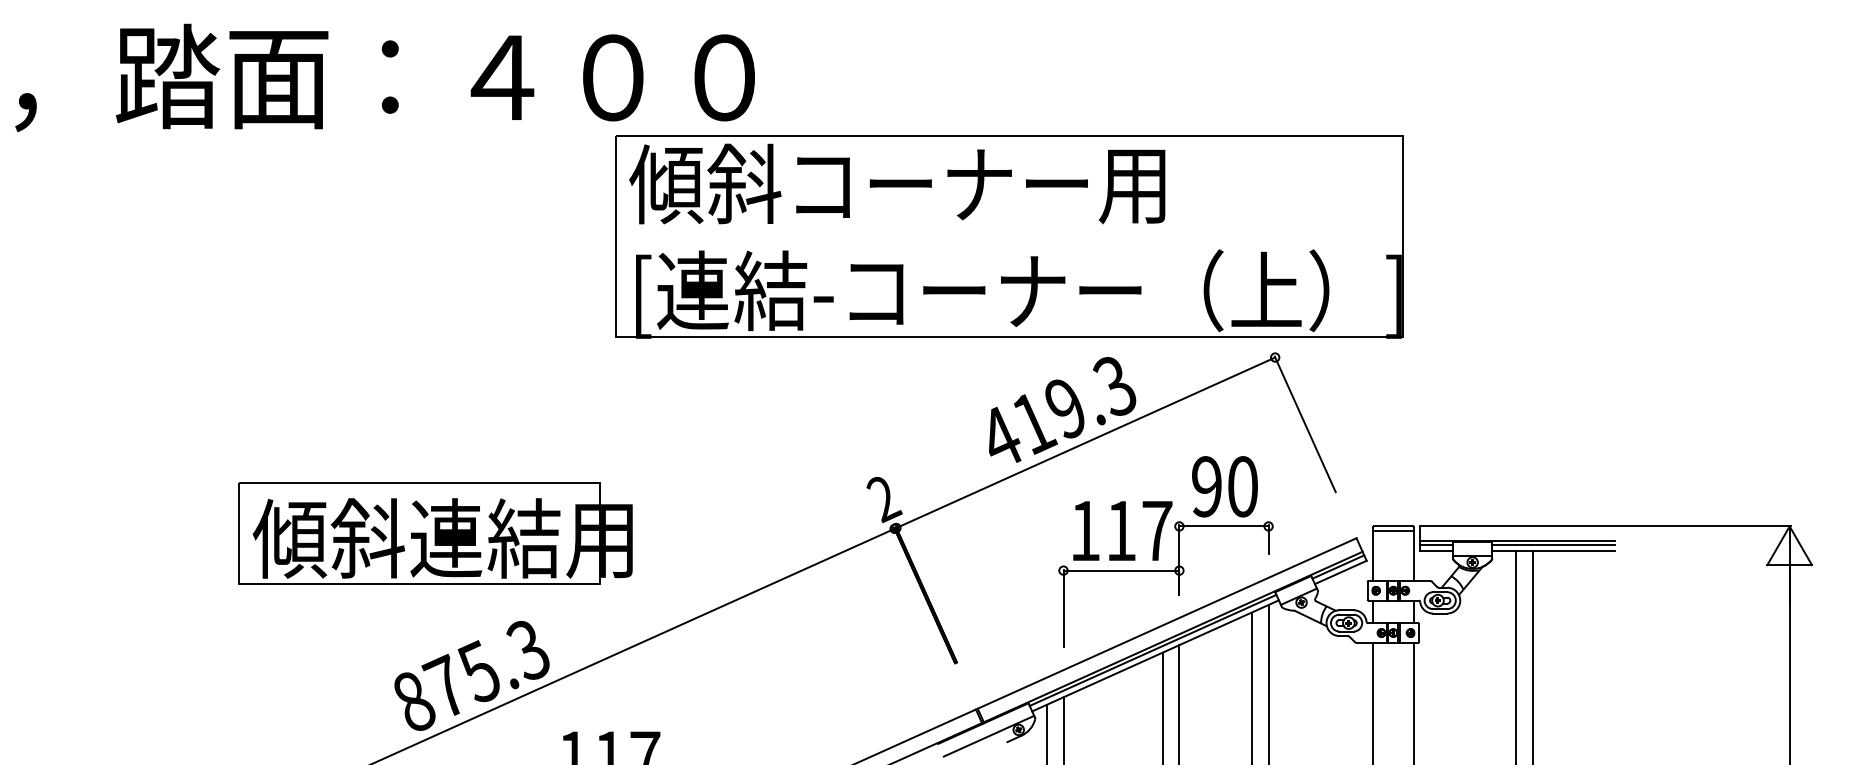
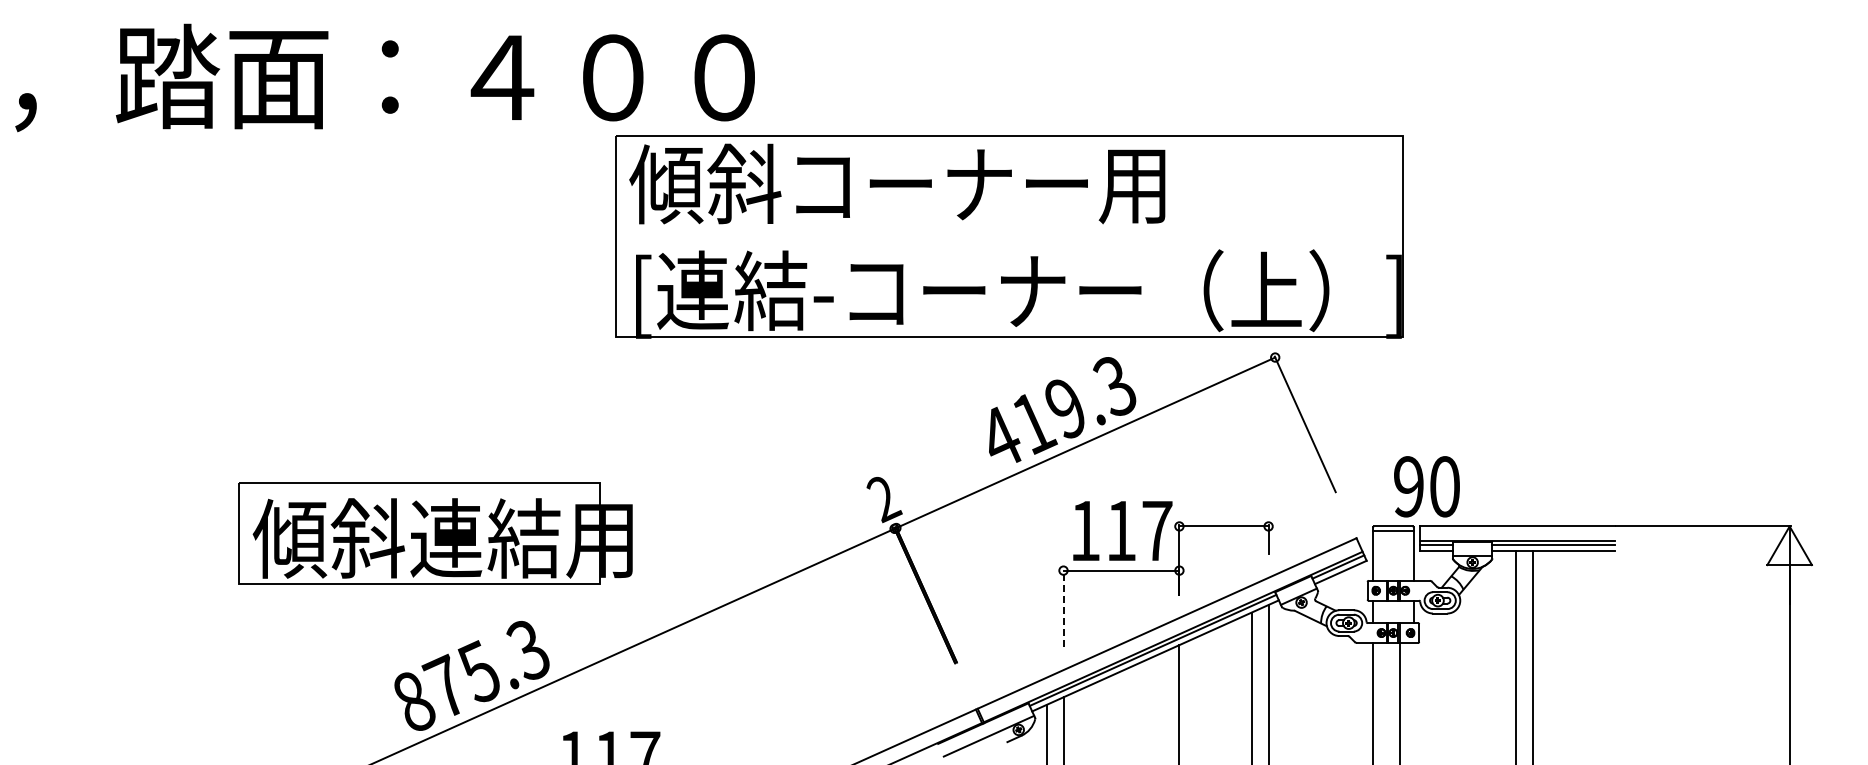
text at (1224, 486) position: (1224, 486) -> (1426, 486)
line at (1063, 608): solid -> dashed
line at (1413, 701) position: (1413, 701) -> (1399, 701)
line at (1162, 706): present -> none
